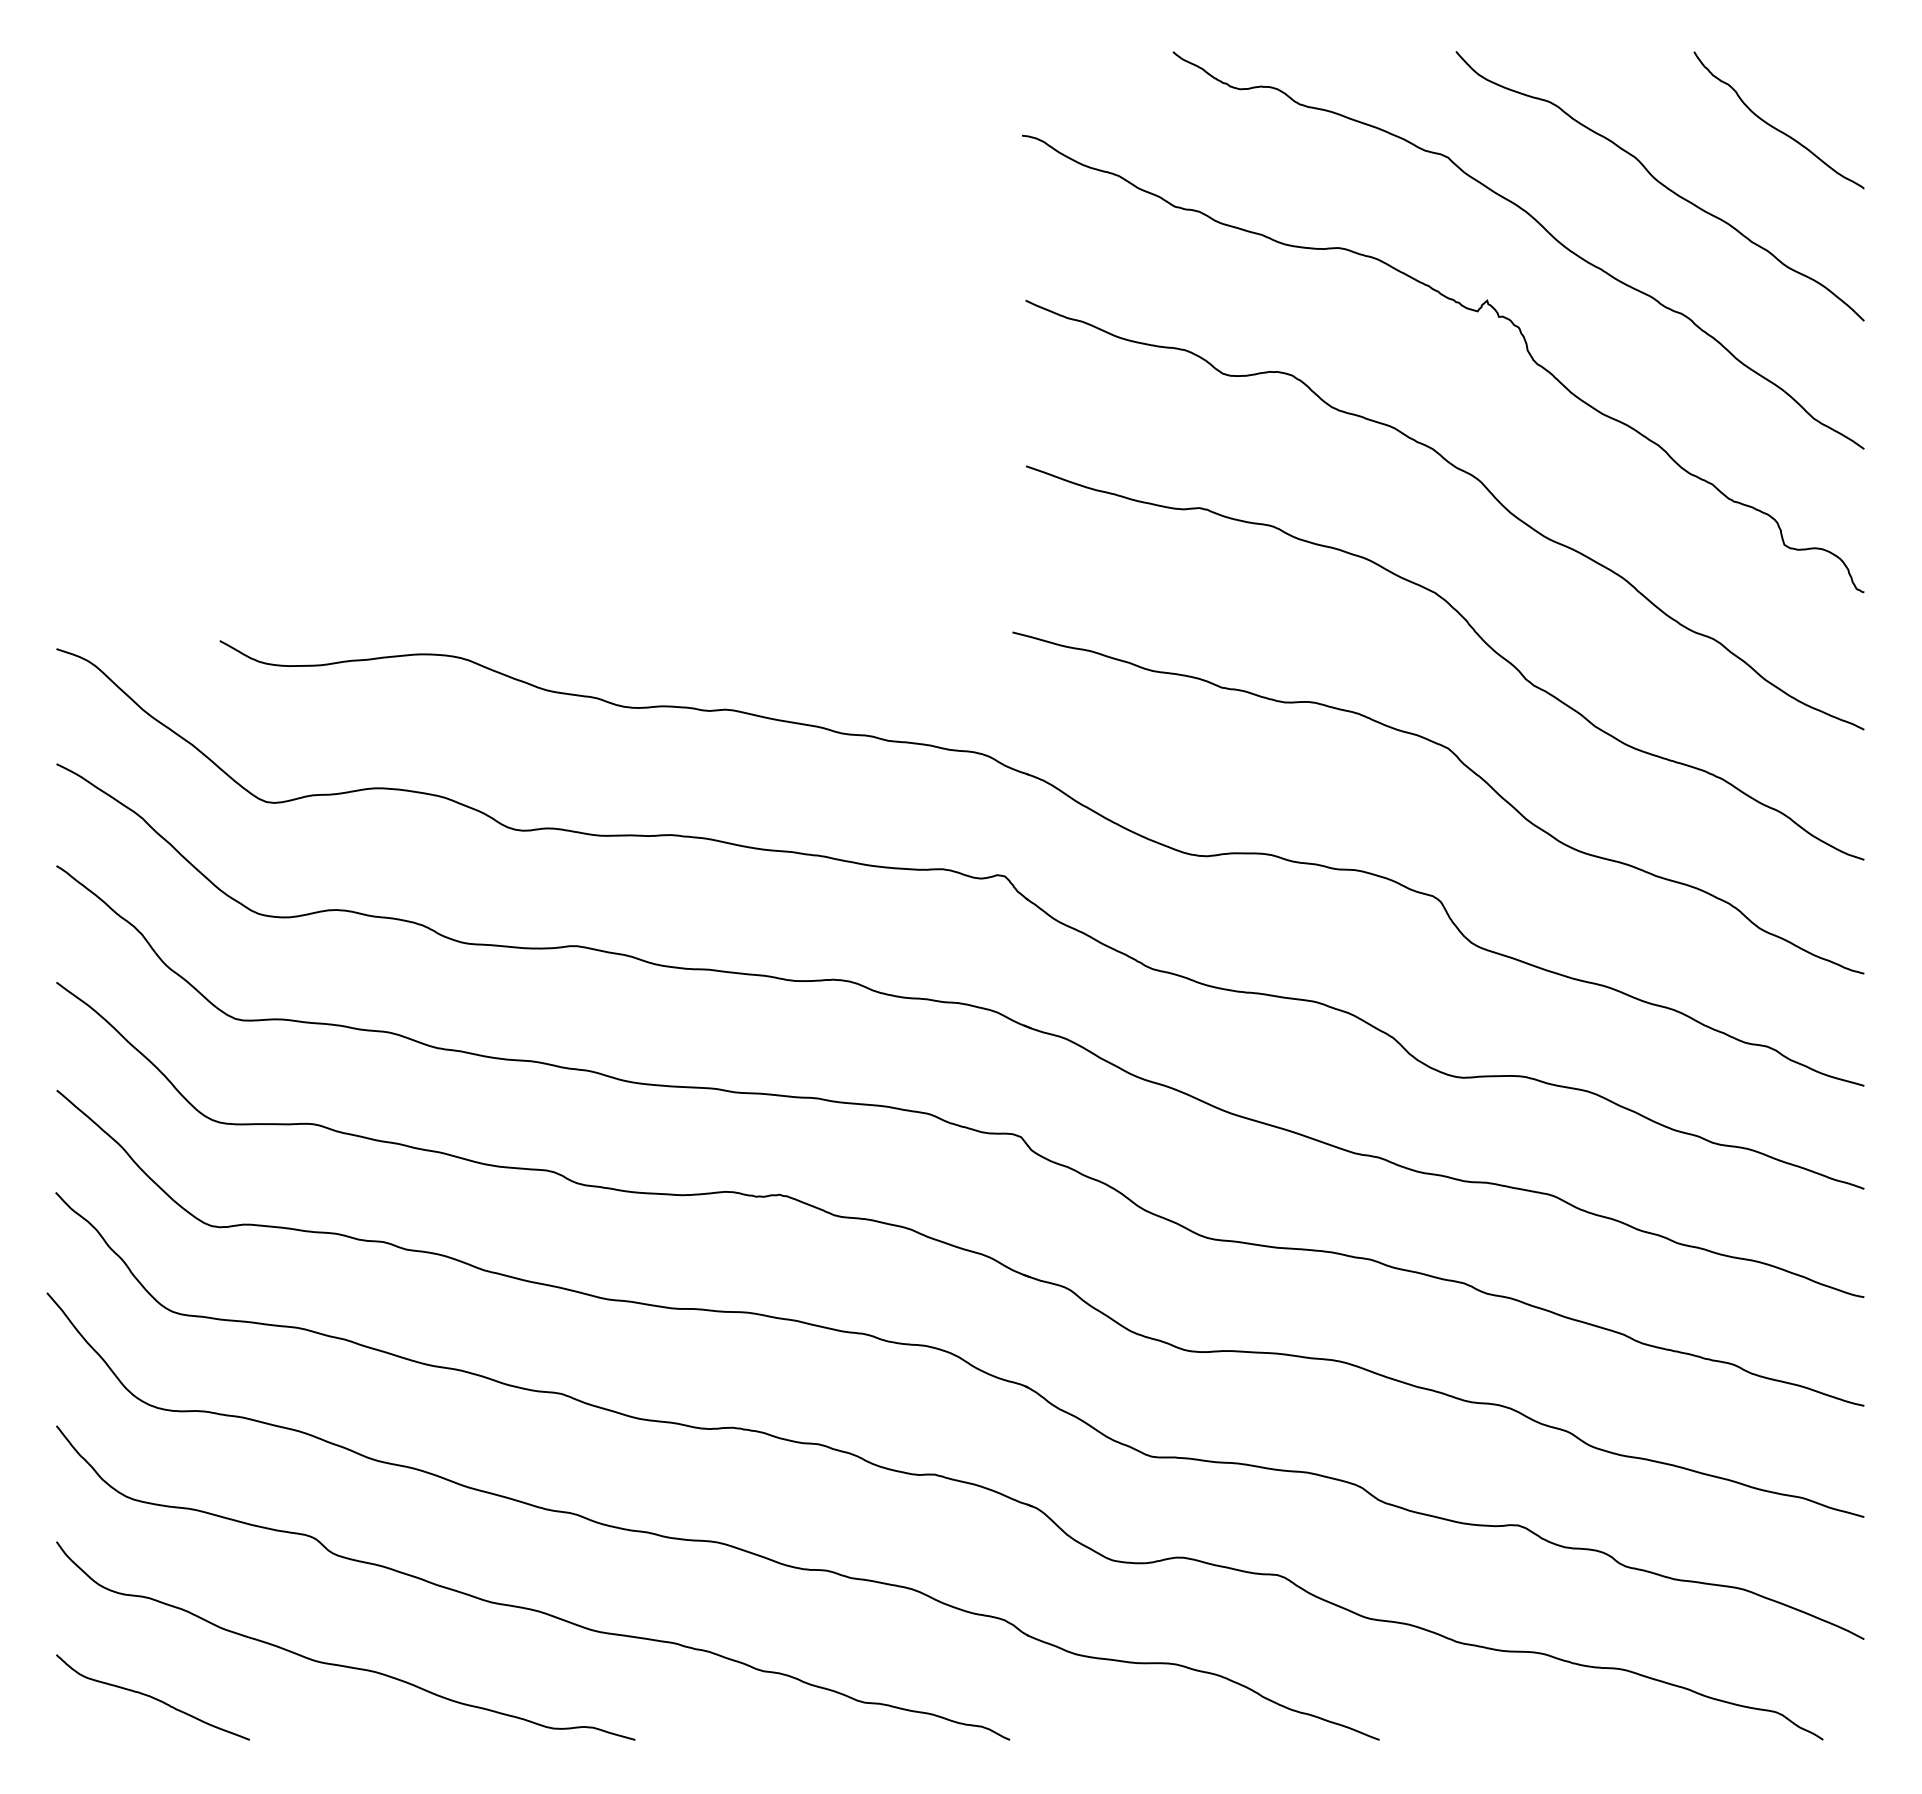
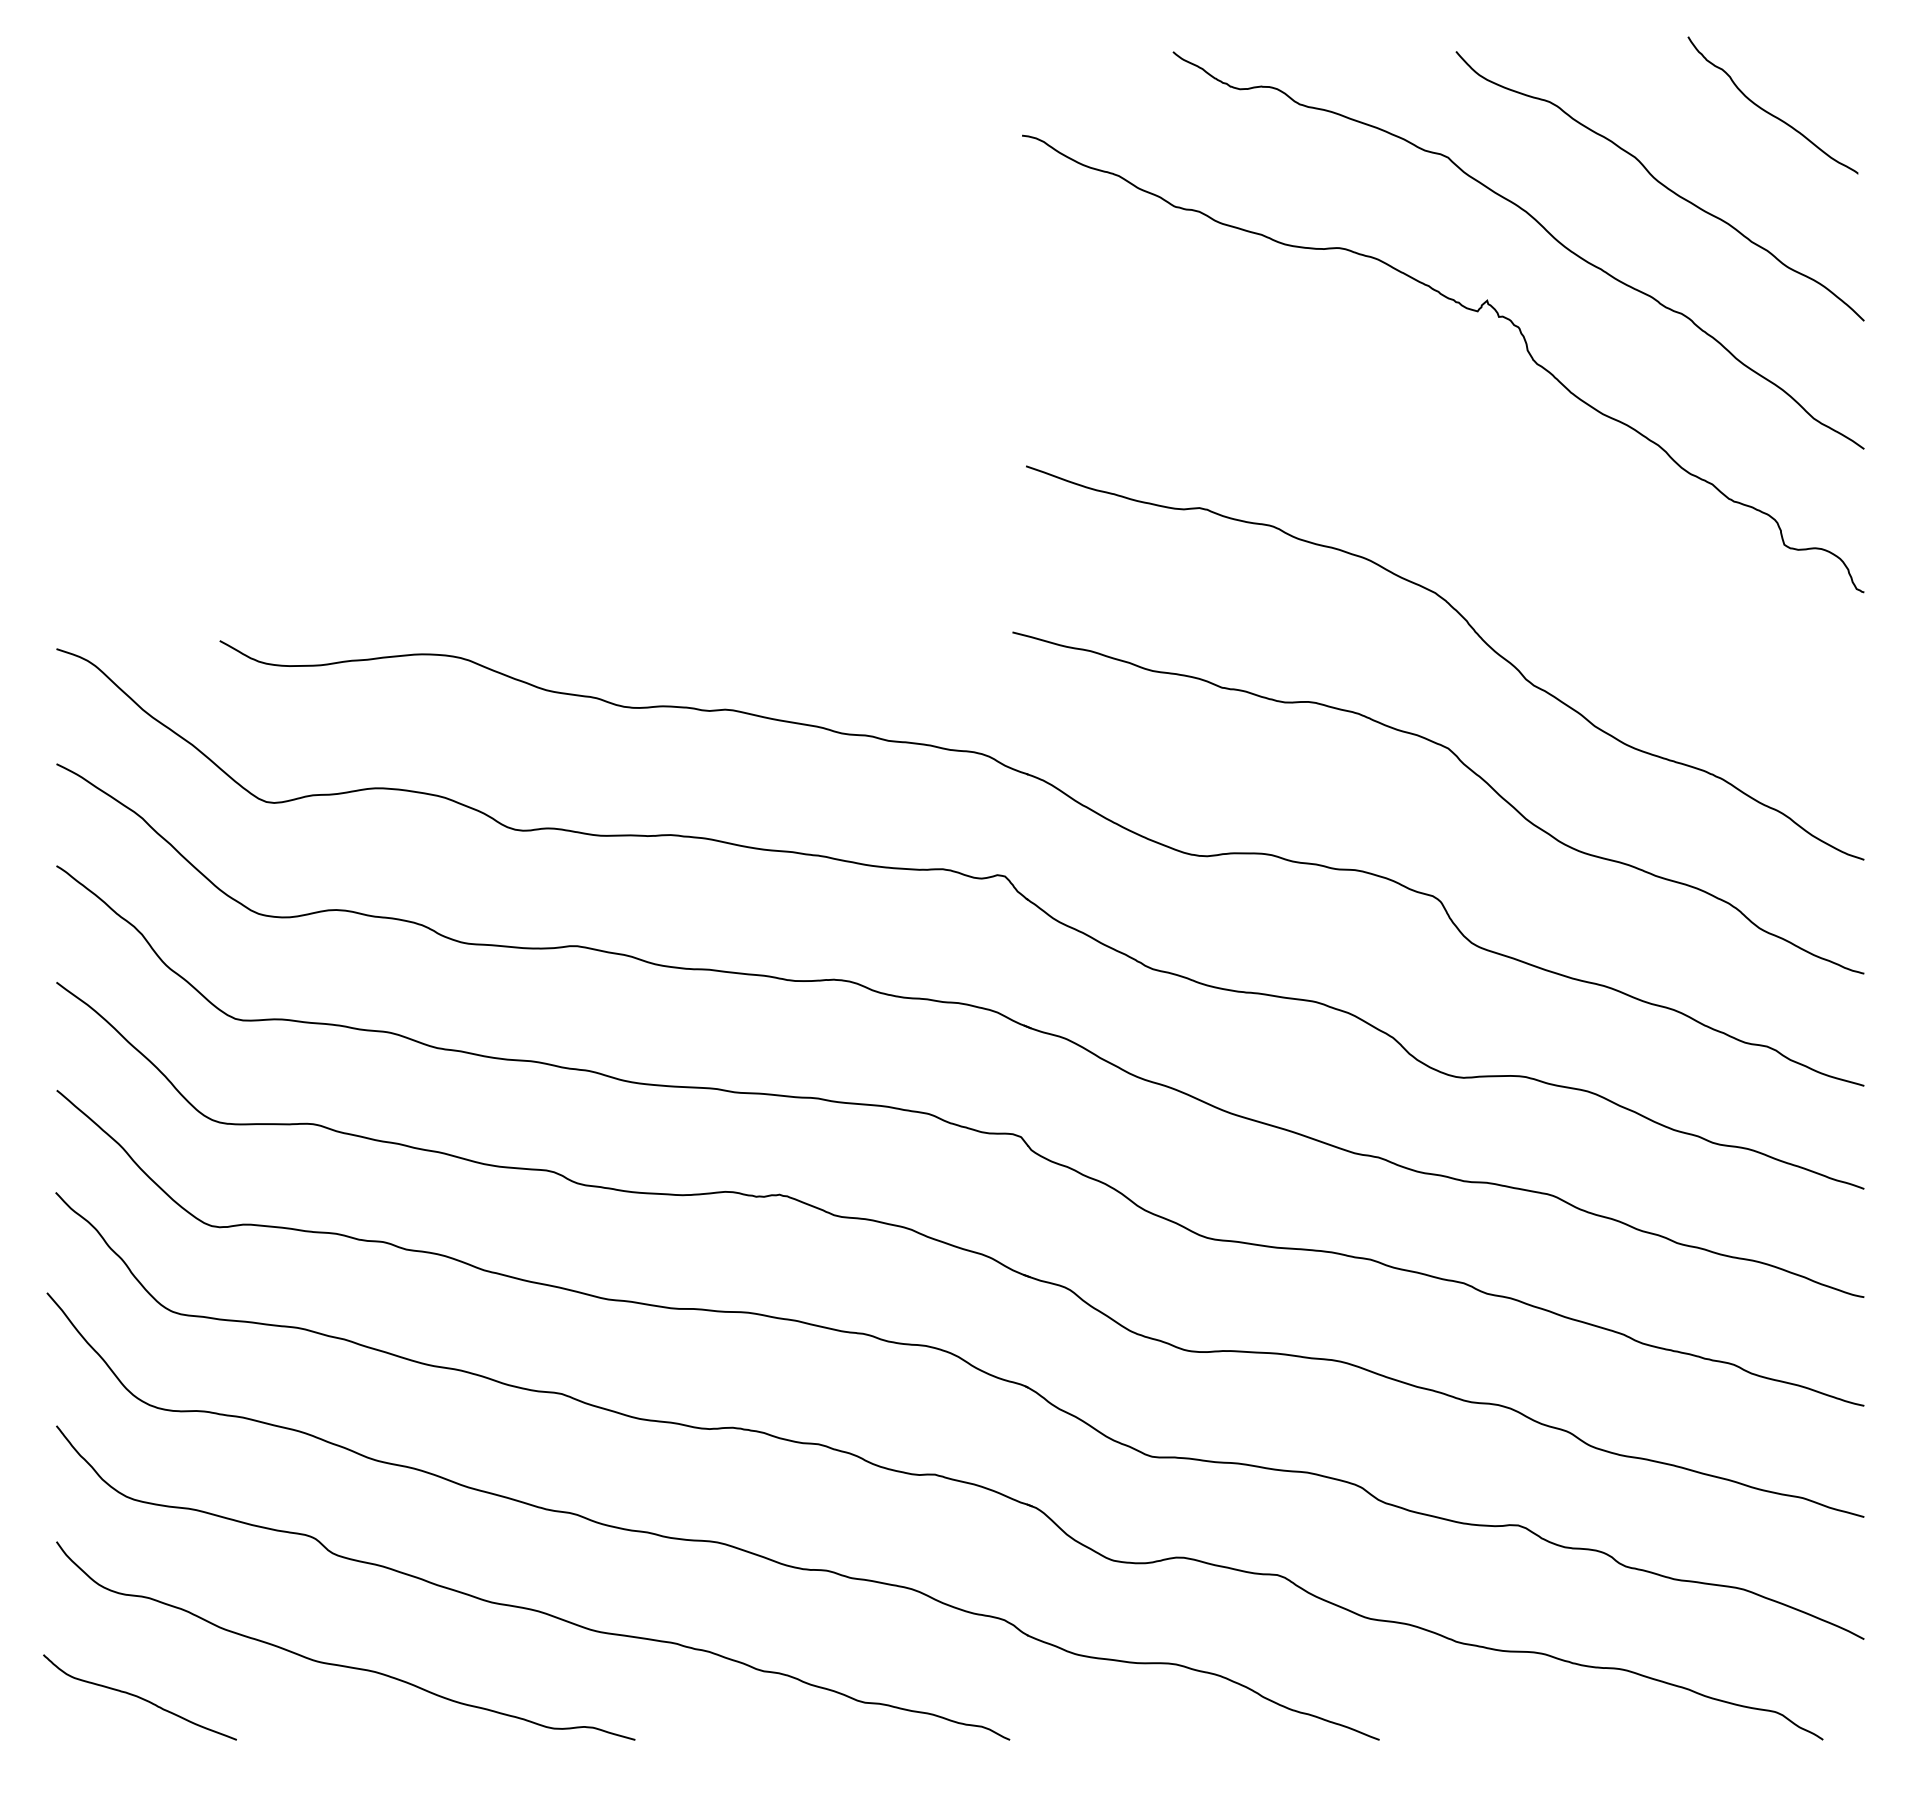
curve at (1774, 126) position: (1774, 126) -> (1768, 111)
curve at (1463, 472): present -> none
curve at (152, 1697) position: (152, 1697) -> (139, 1697)
